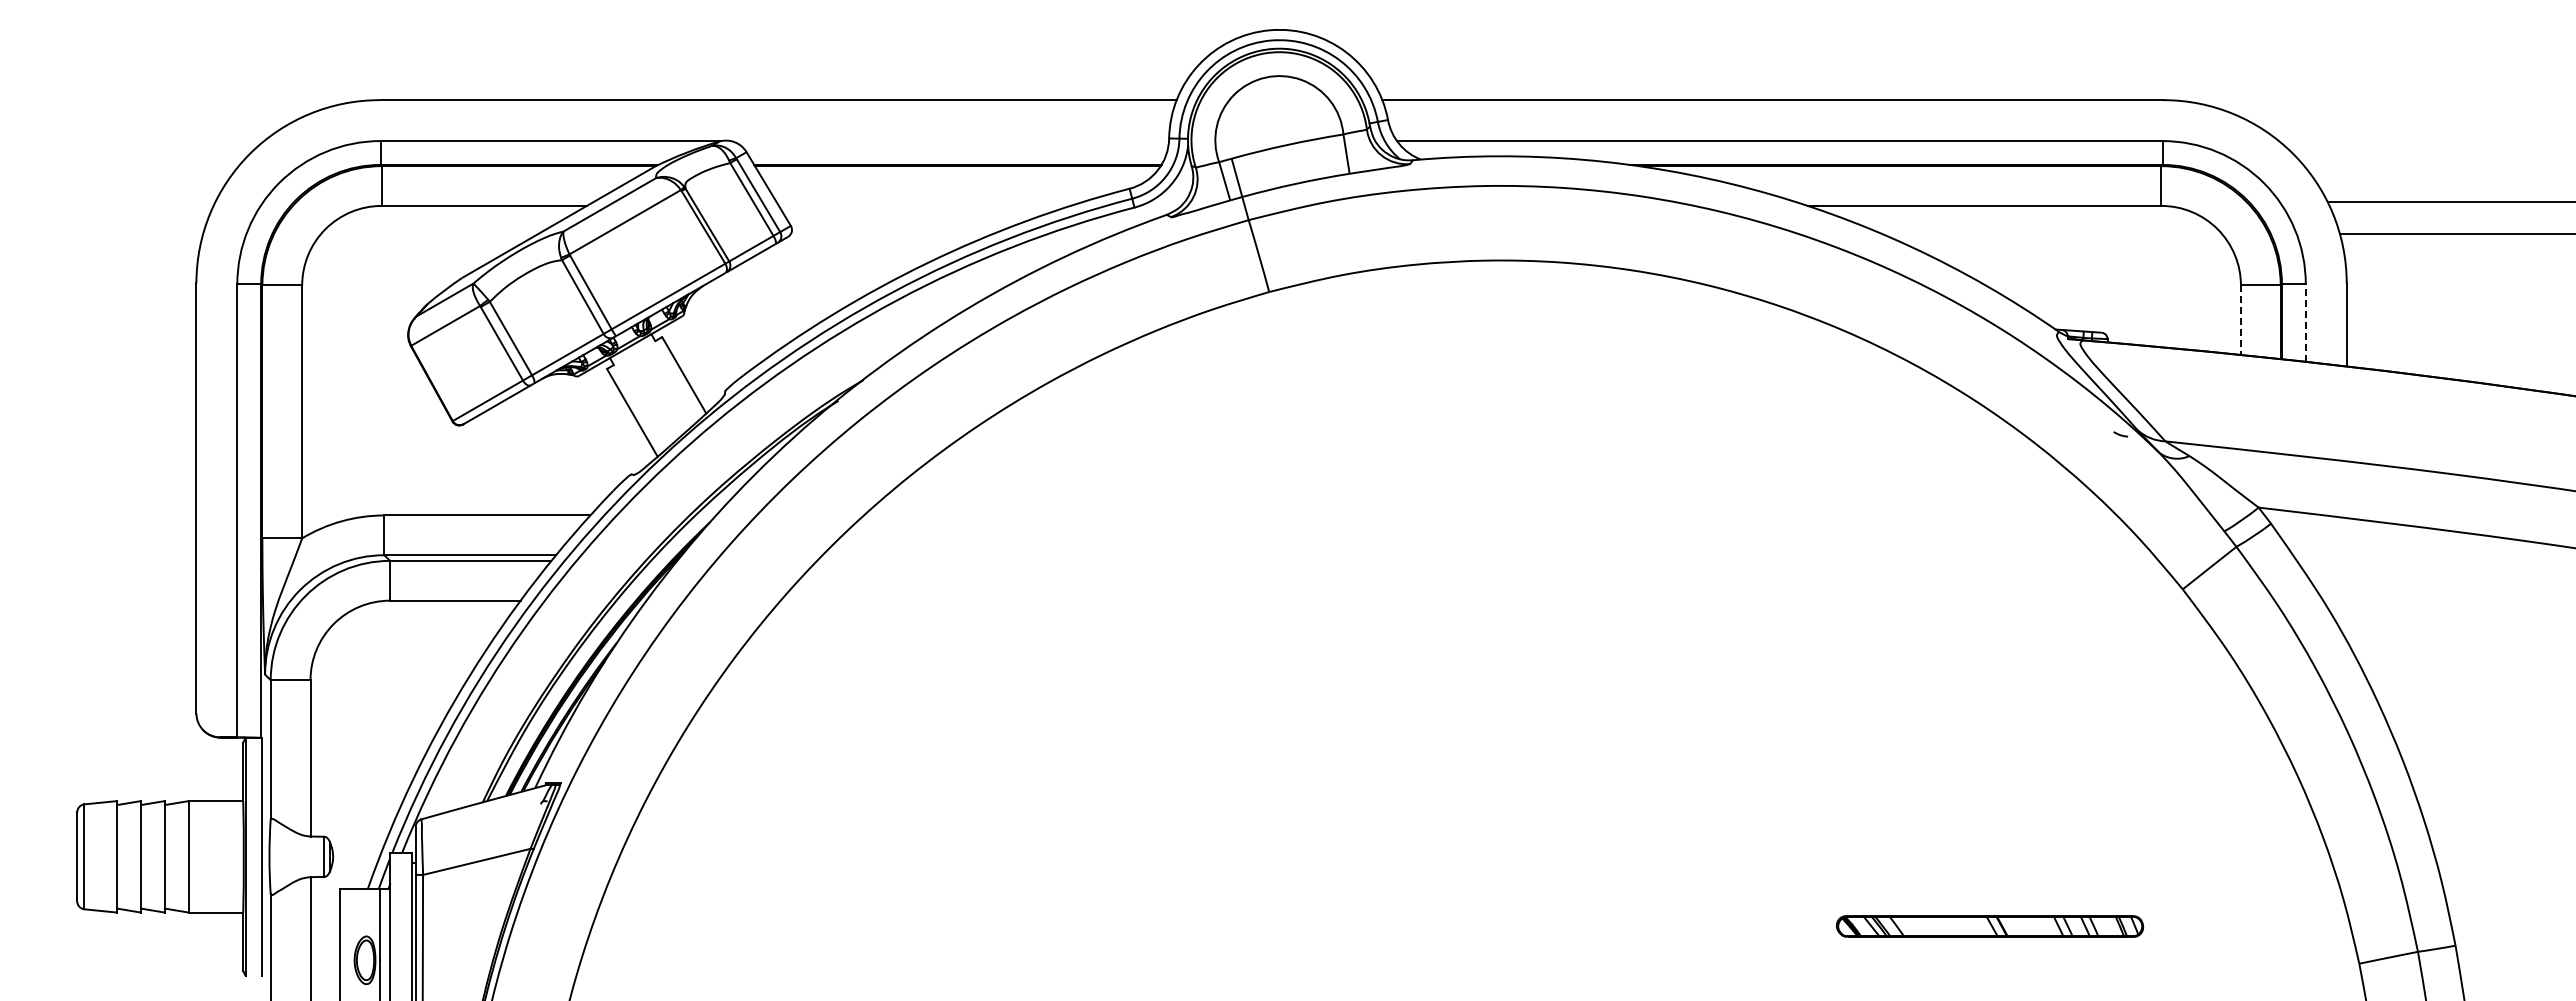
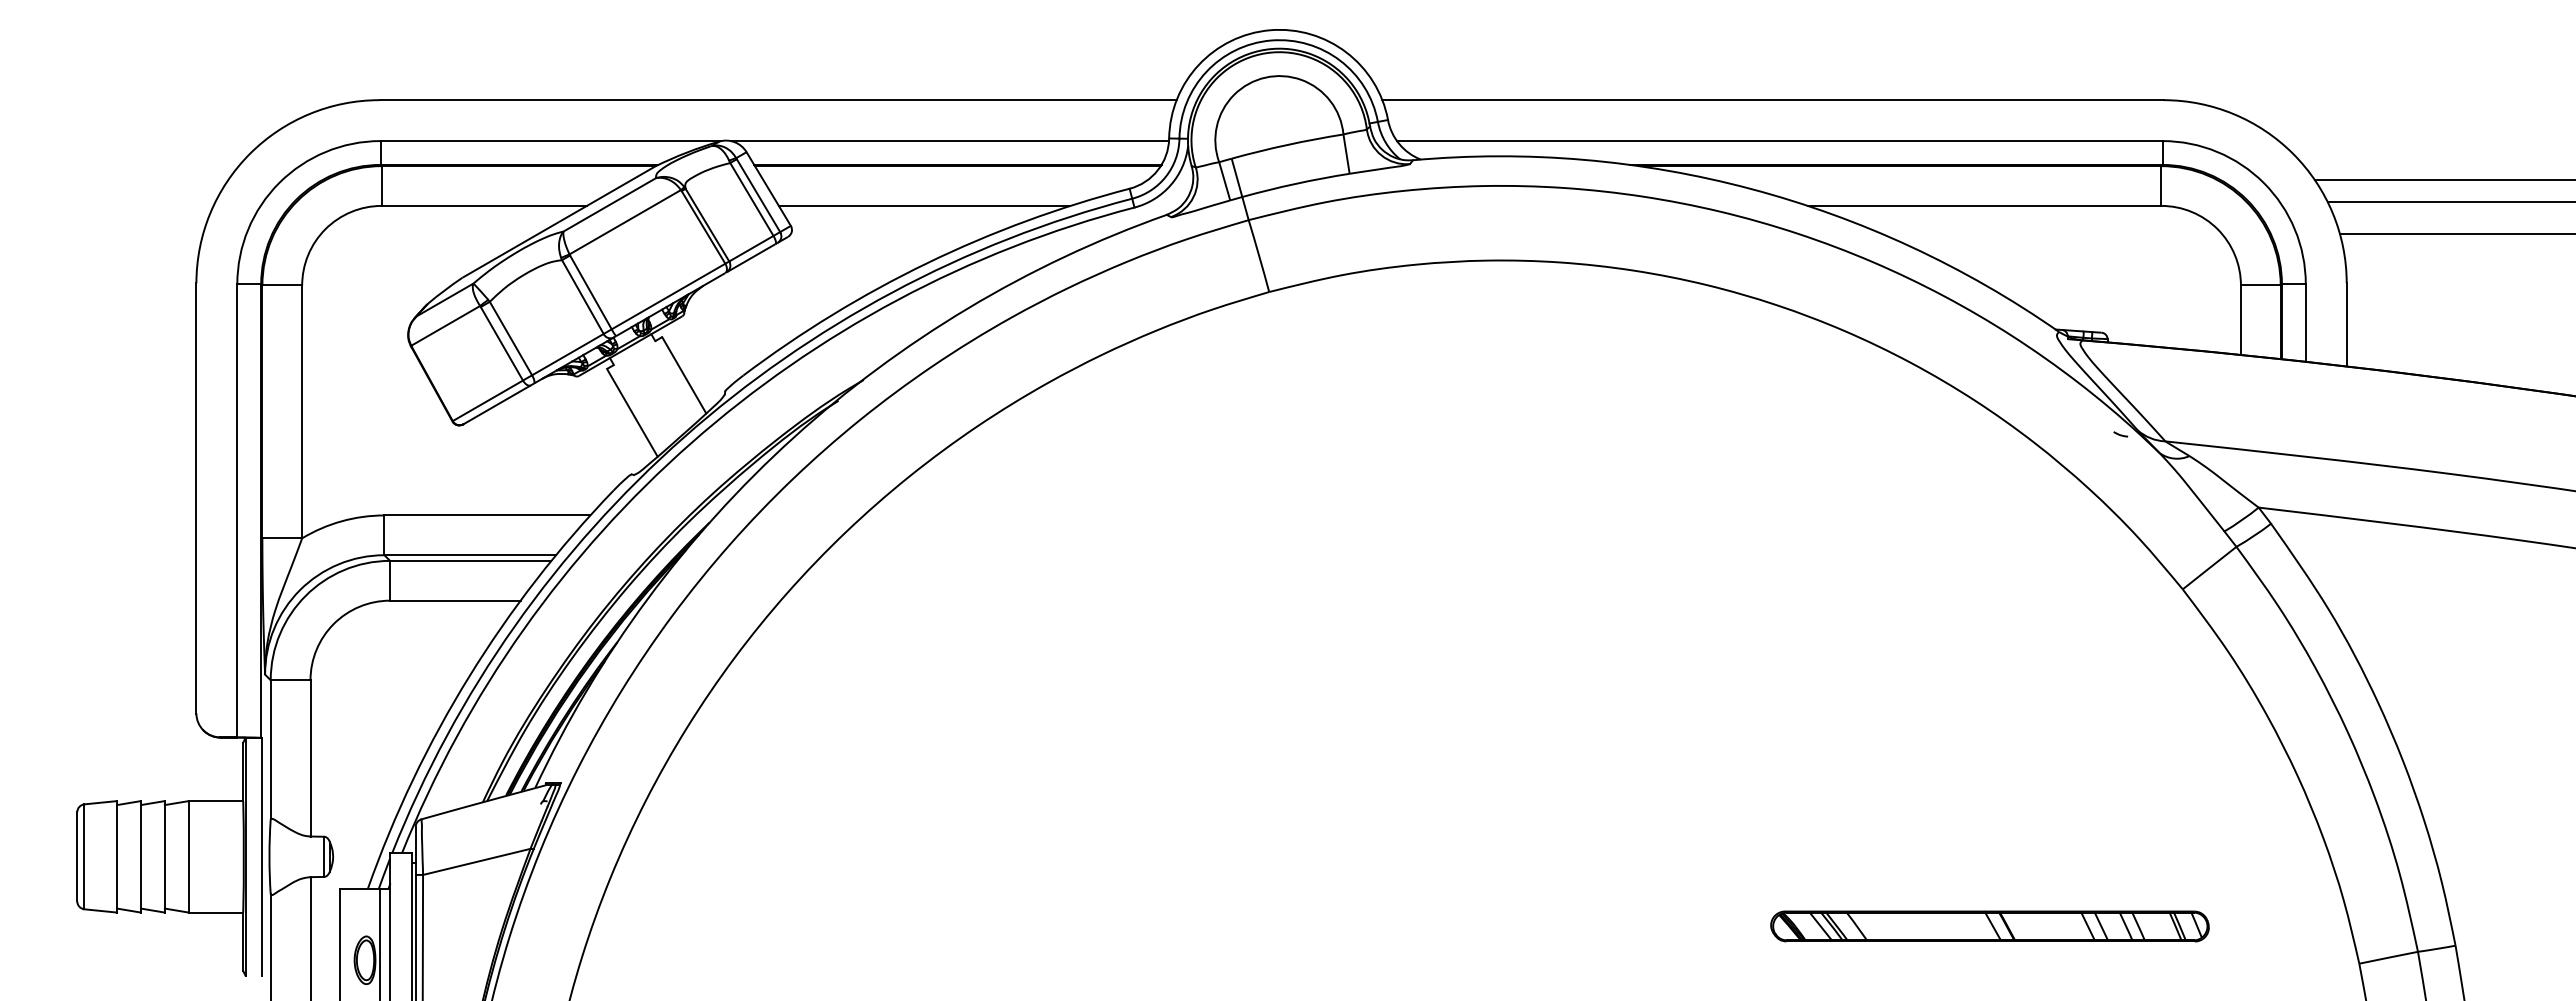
line at (949, 141): none -> present
line at (2443, 180): none -> present
line at (924, 205): none -> present
line at (2240, 320): dashed -> solid
line at (2305, 323): dashed -> solid
part at (1989, 926) size: 310x23 px -> 440x33 px
